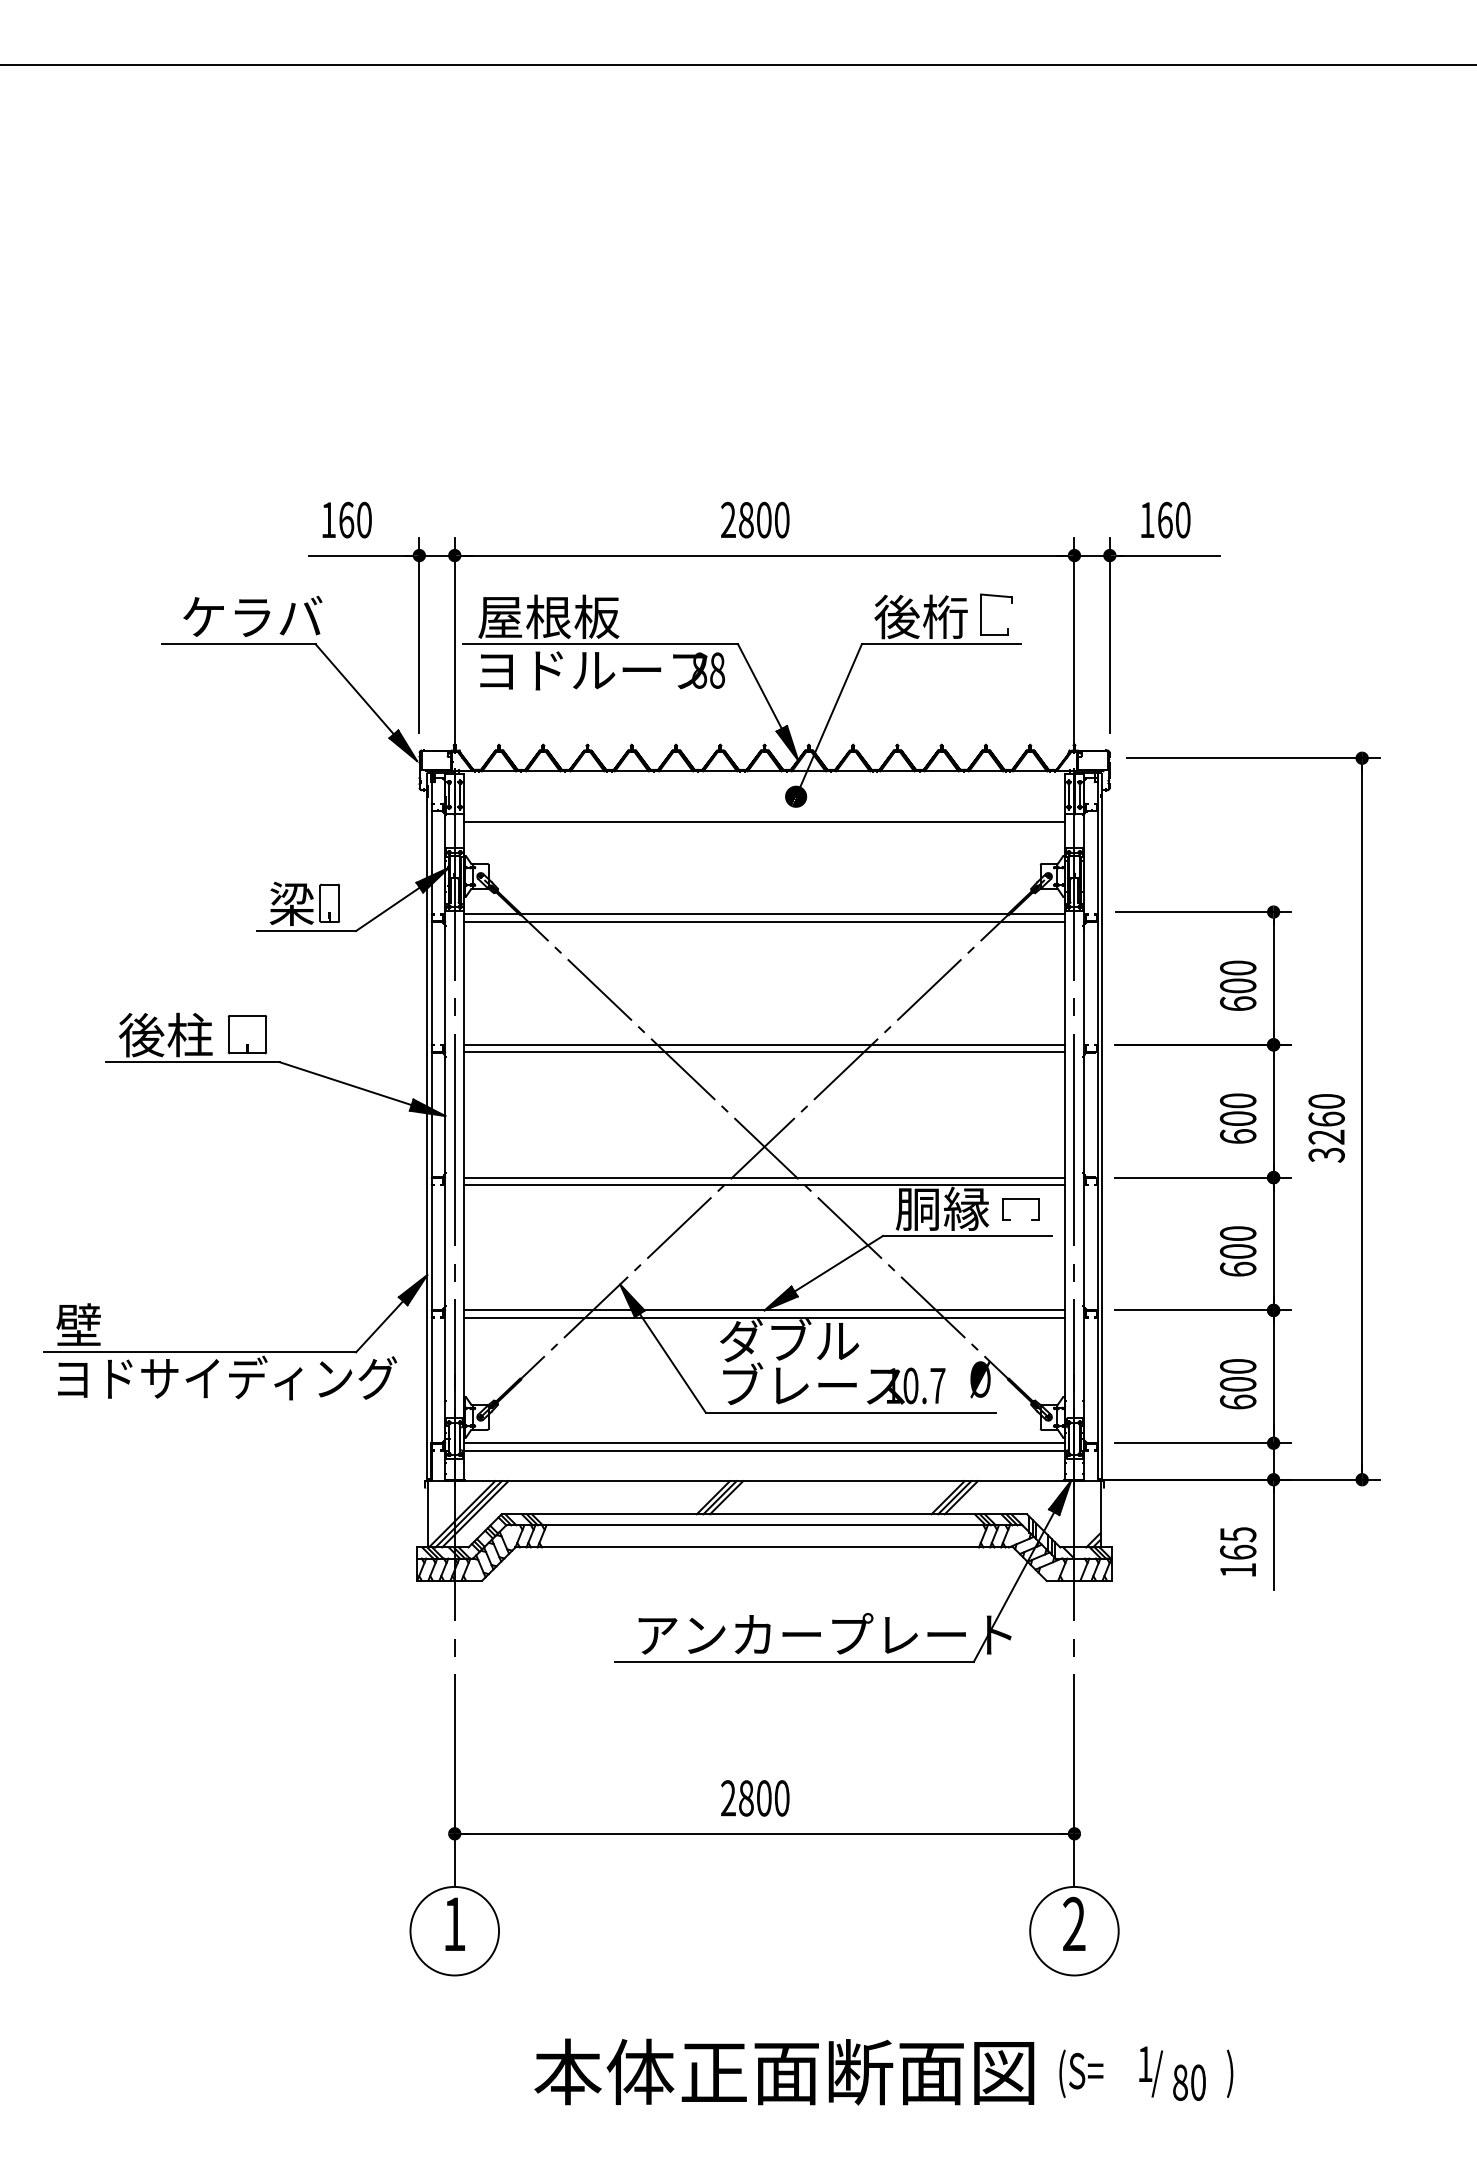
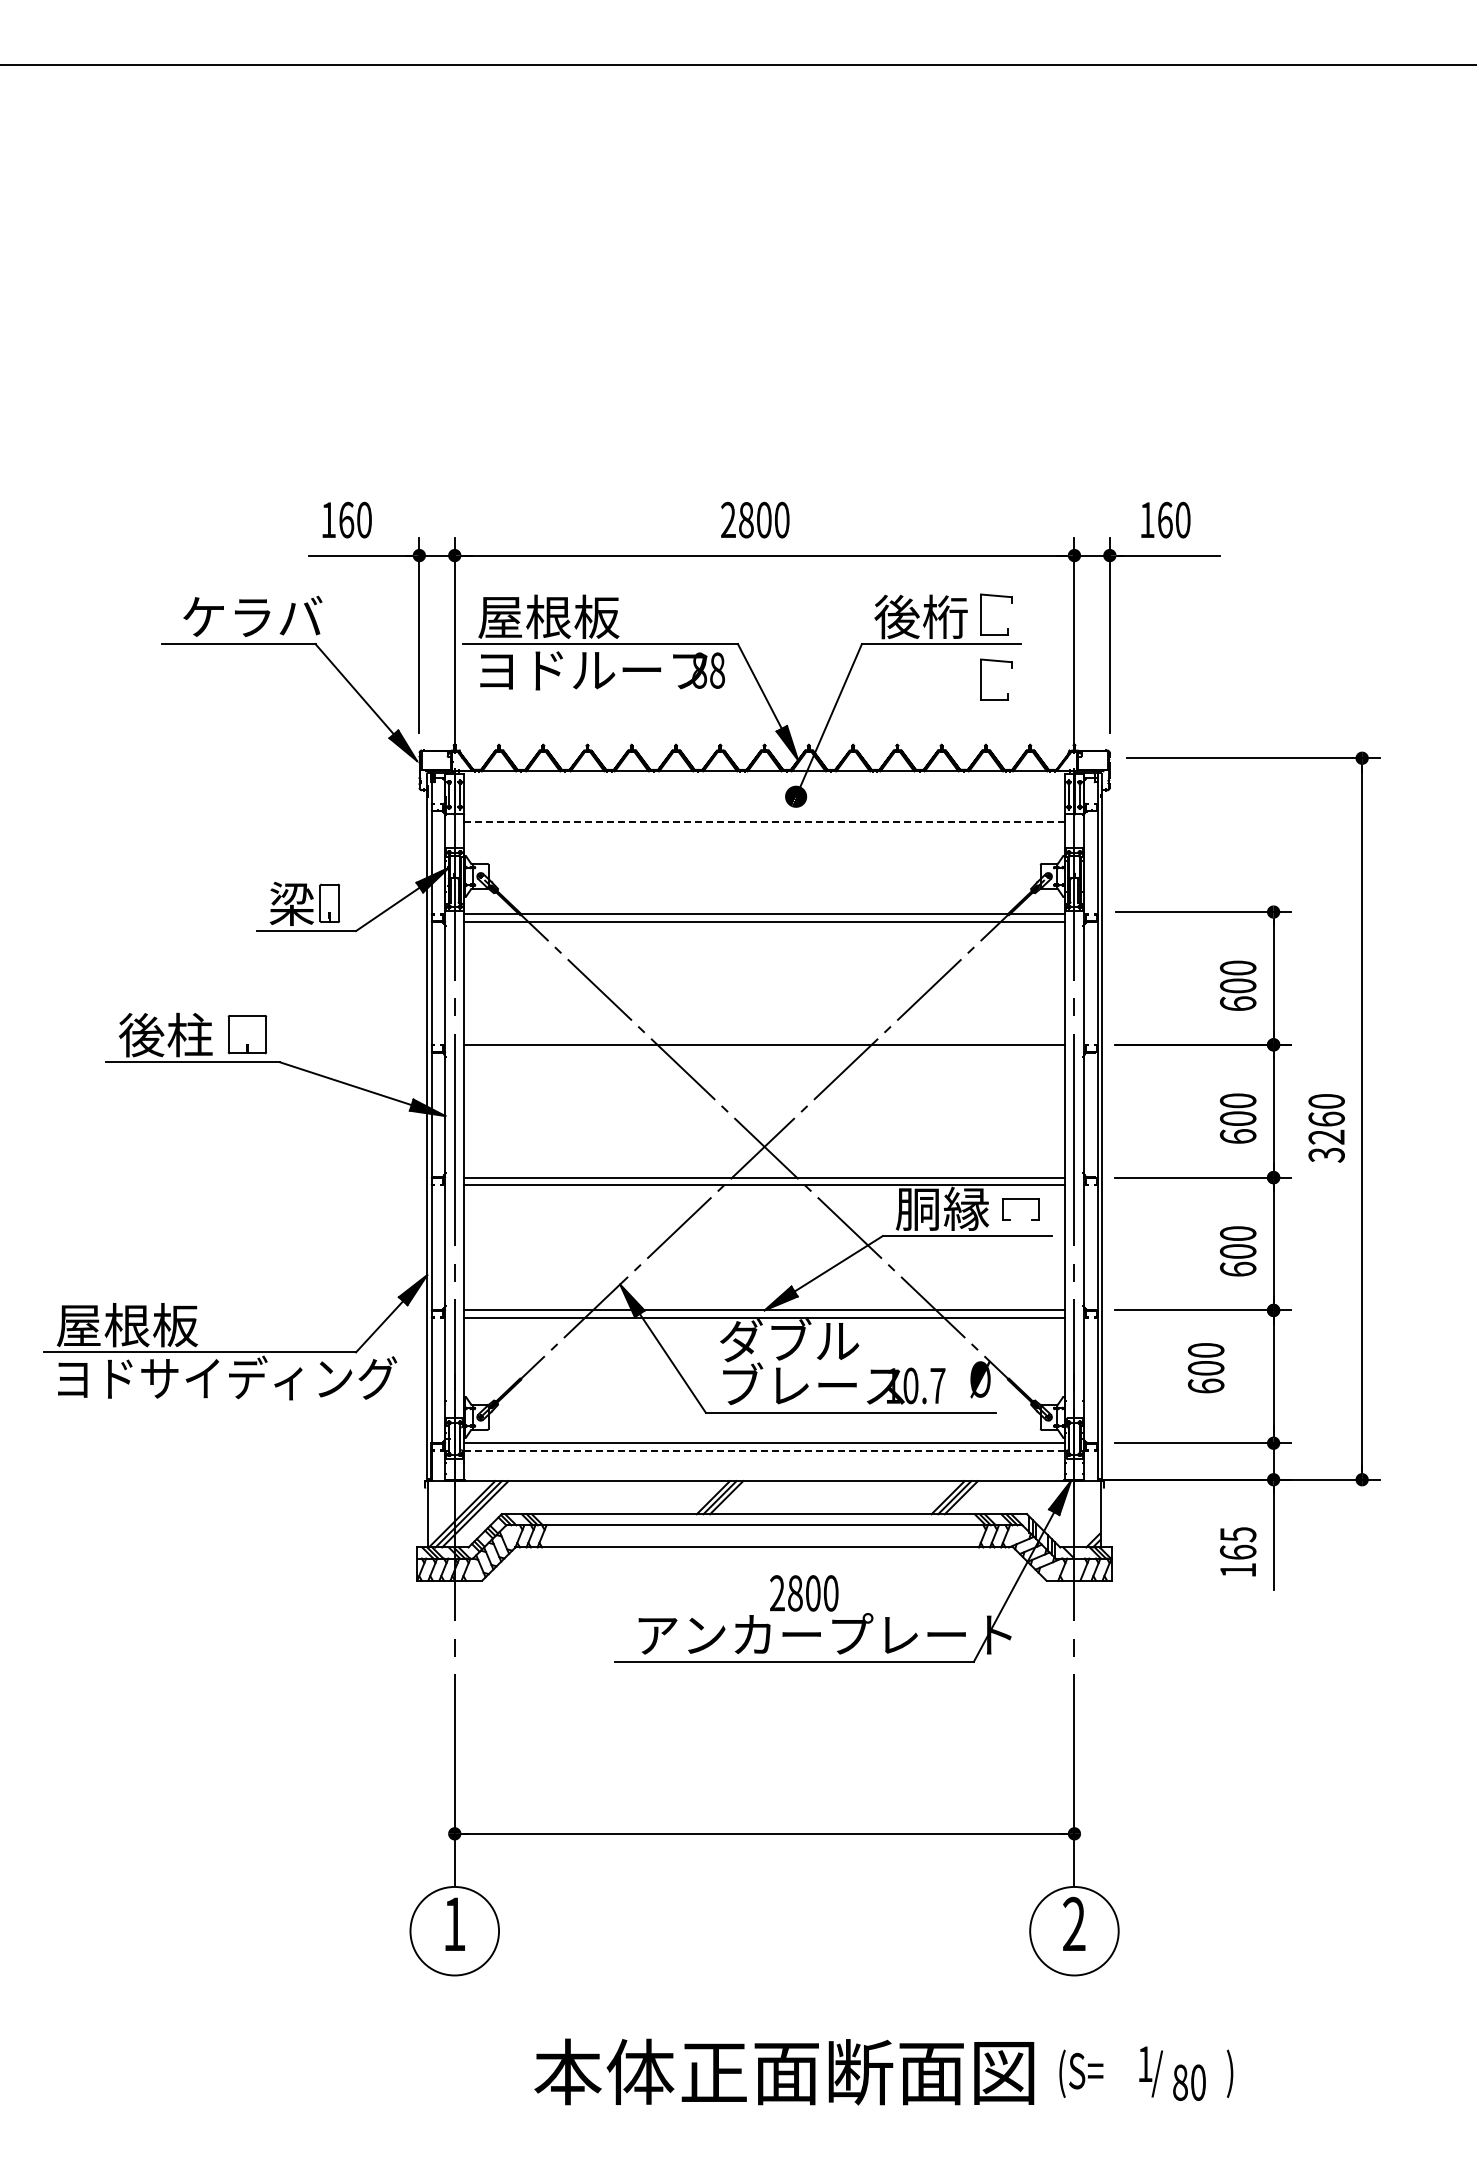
part at (981, 679): none -> present
line at (764, 822): solid -> dashed
line at (764, 1052): present -> none
text at (127, 1325): 壁 -> 屋根板
text at (1238, 1384) position: (1238, 1384) -> (1206, 1368)
line at (765, 1450): solid -> dashed
text at (755, 1798) position: (755, 1798) -> (804, 1593)
